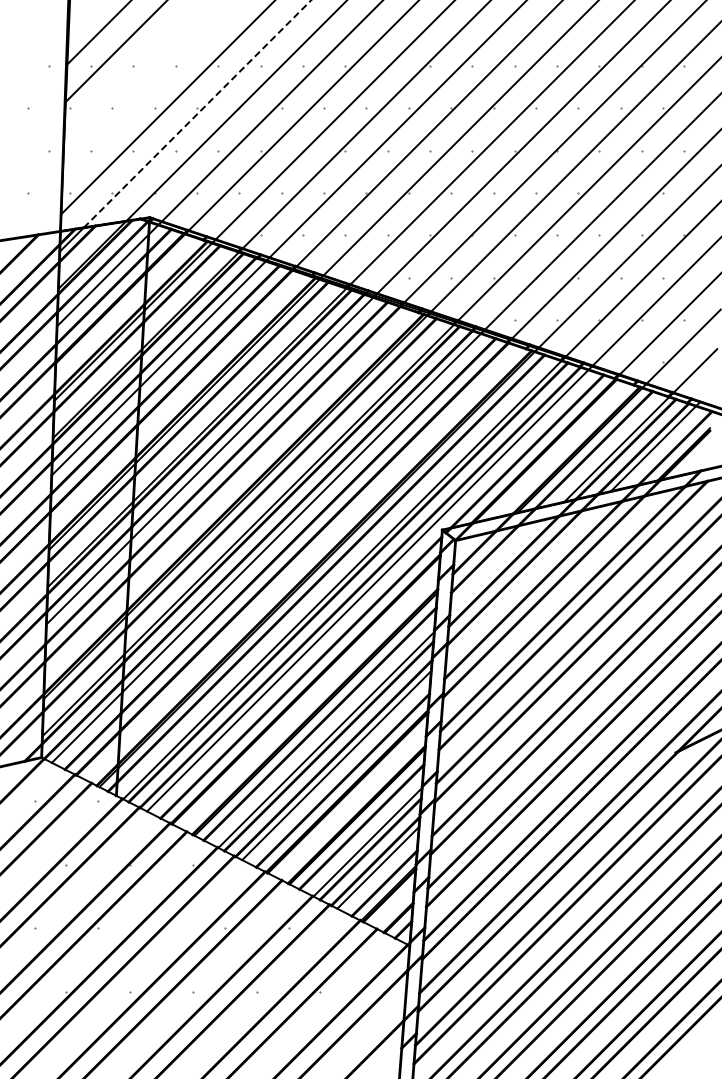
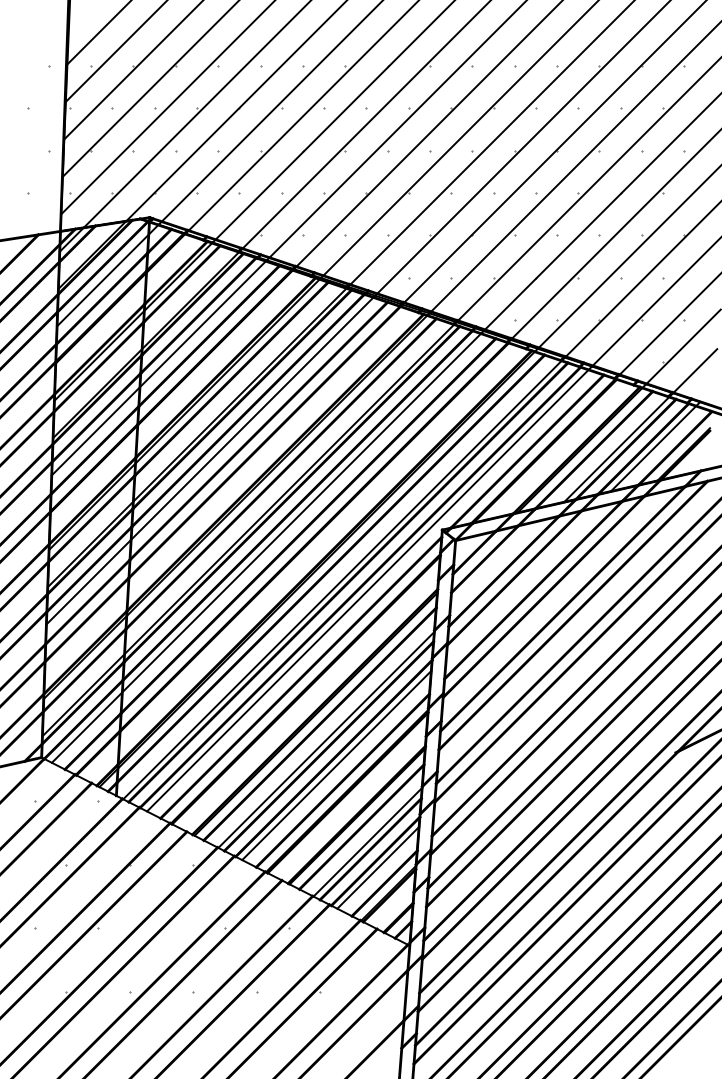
line at (132, 70): none -> present
line at (149, 89): none -> present
line at (197, 113): dashed -> solid
